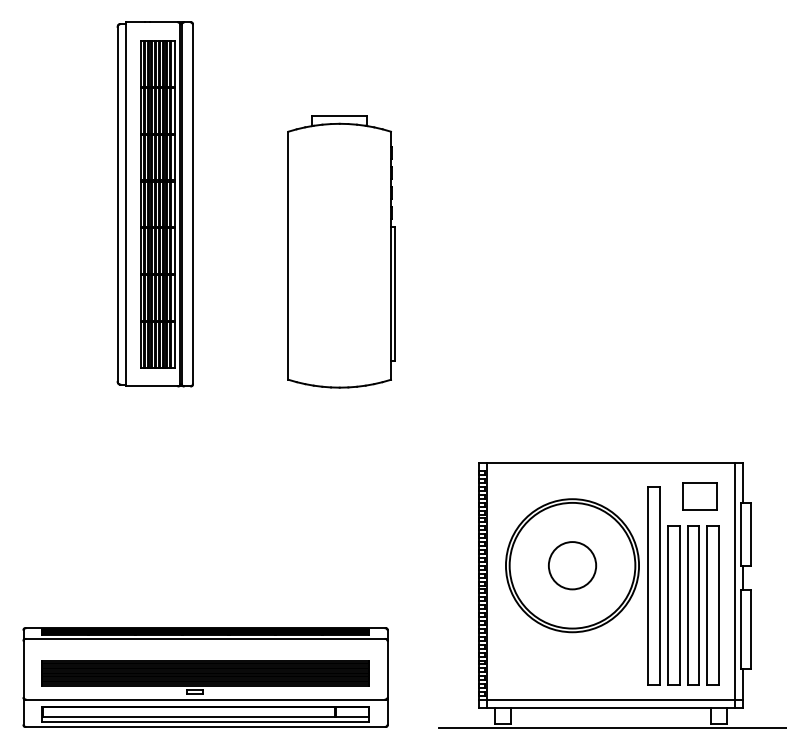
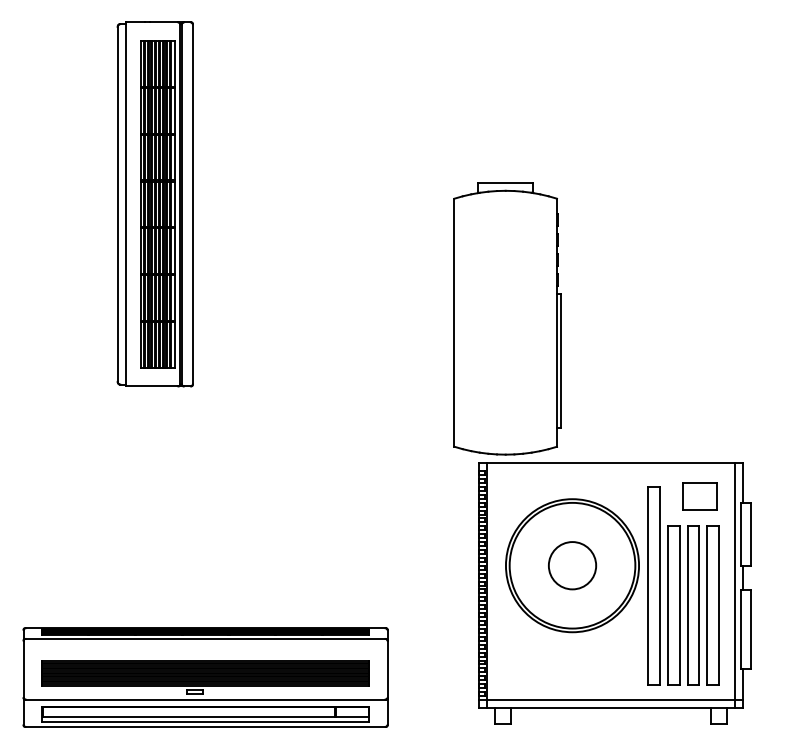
part at (341, 251) position: (341, 251) -> (507, 318)
line at (611, 727): present -> none
